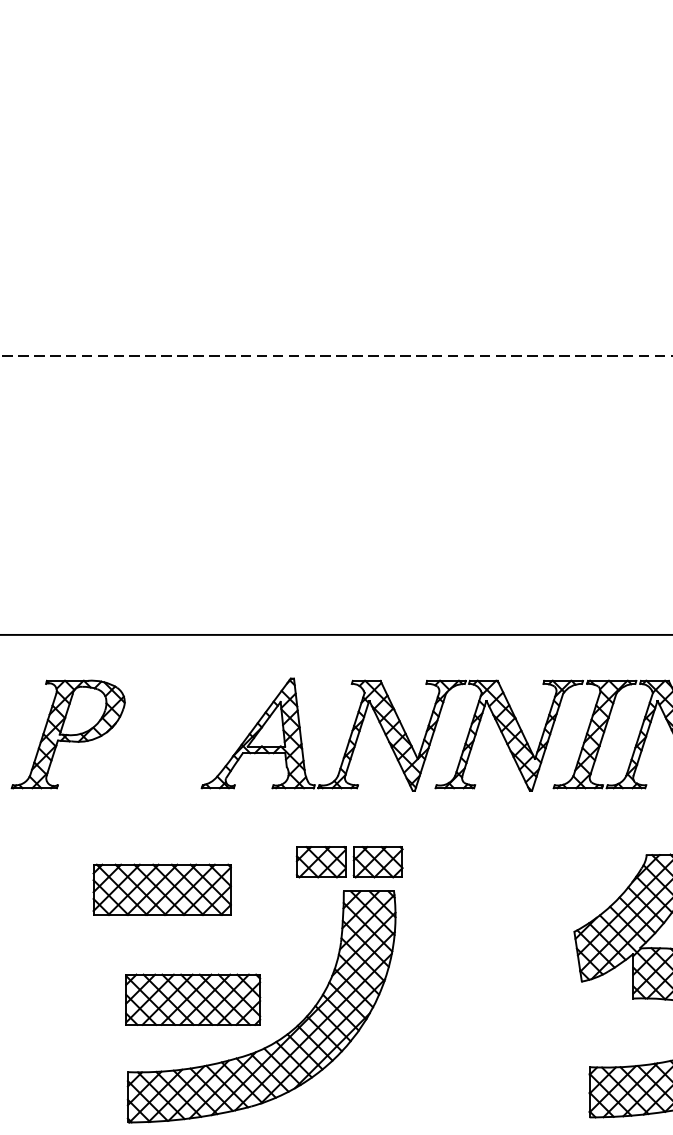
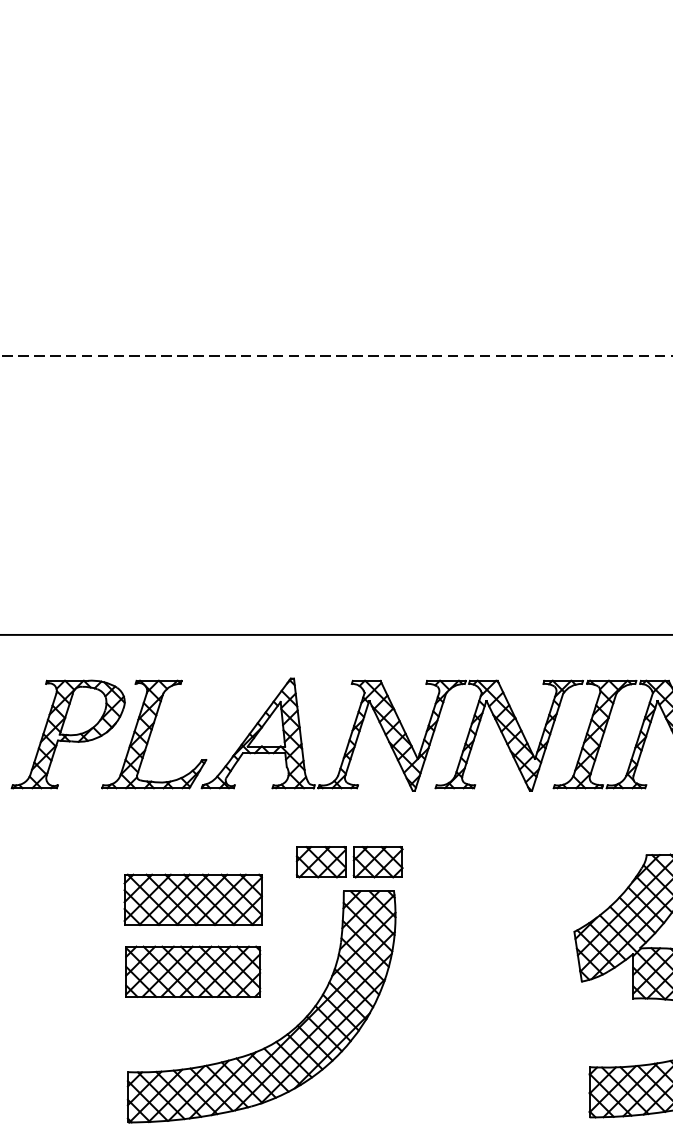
part at (154, 734): none -> present
part at (161, 889) position: (161, 889) -> (192, 899)
part at (193, 999) position: (193, 999) -> (193, 971)
